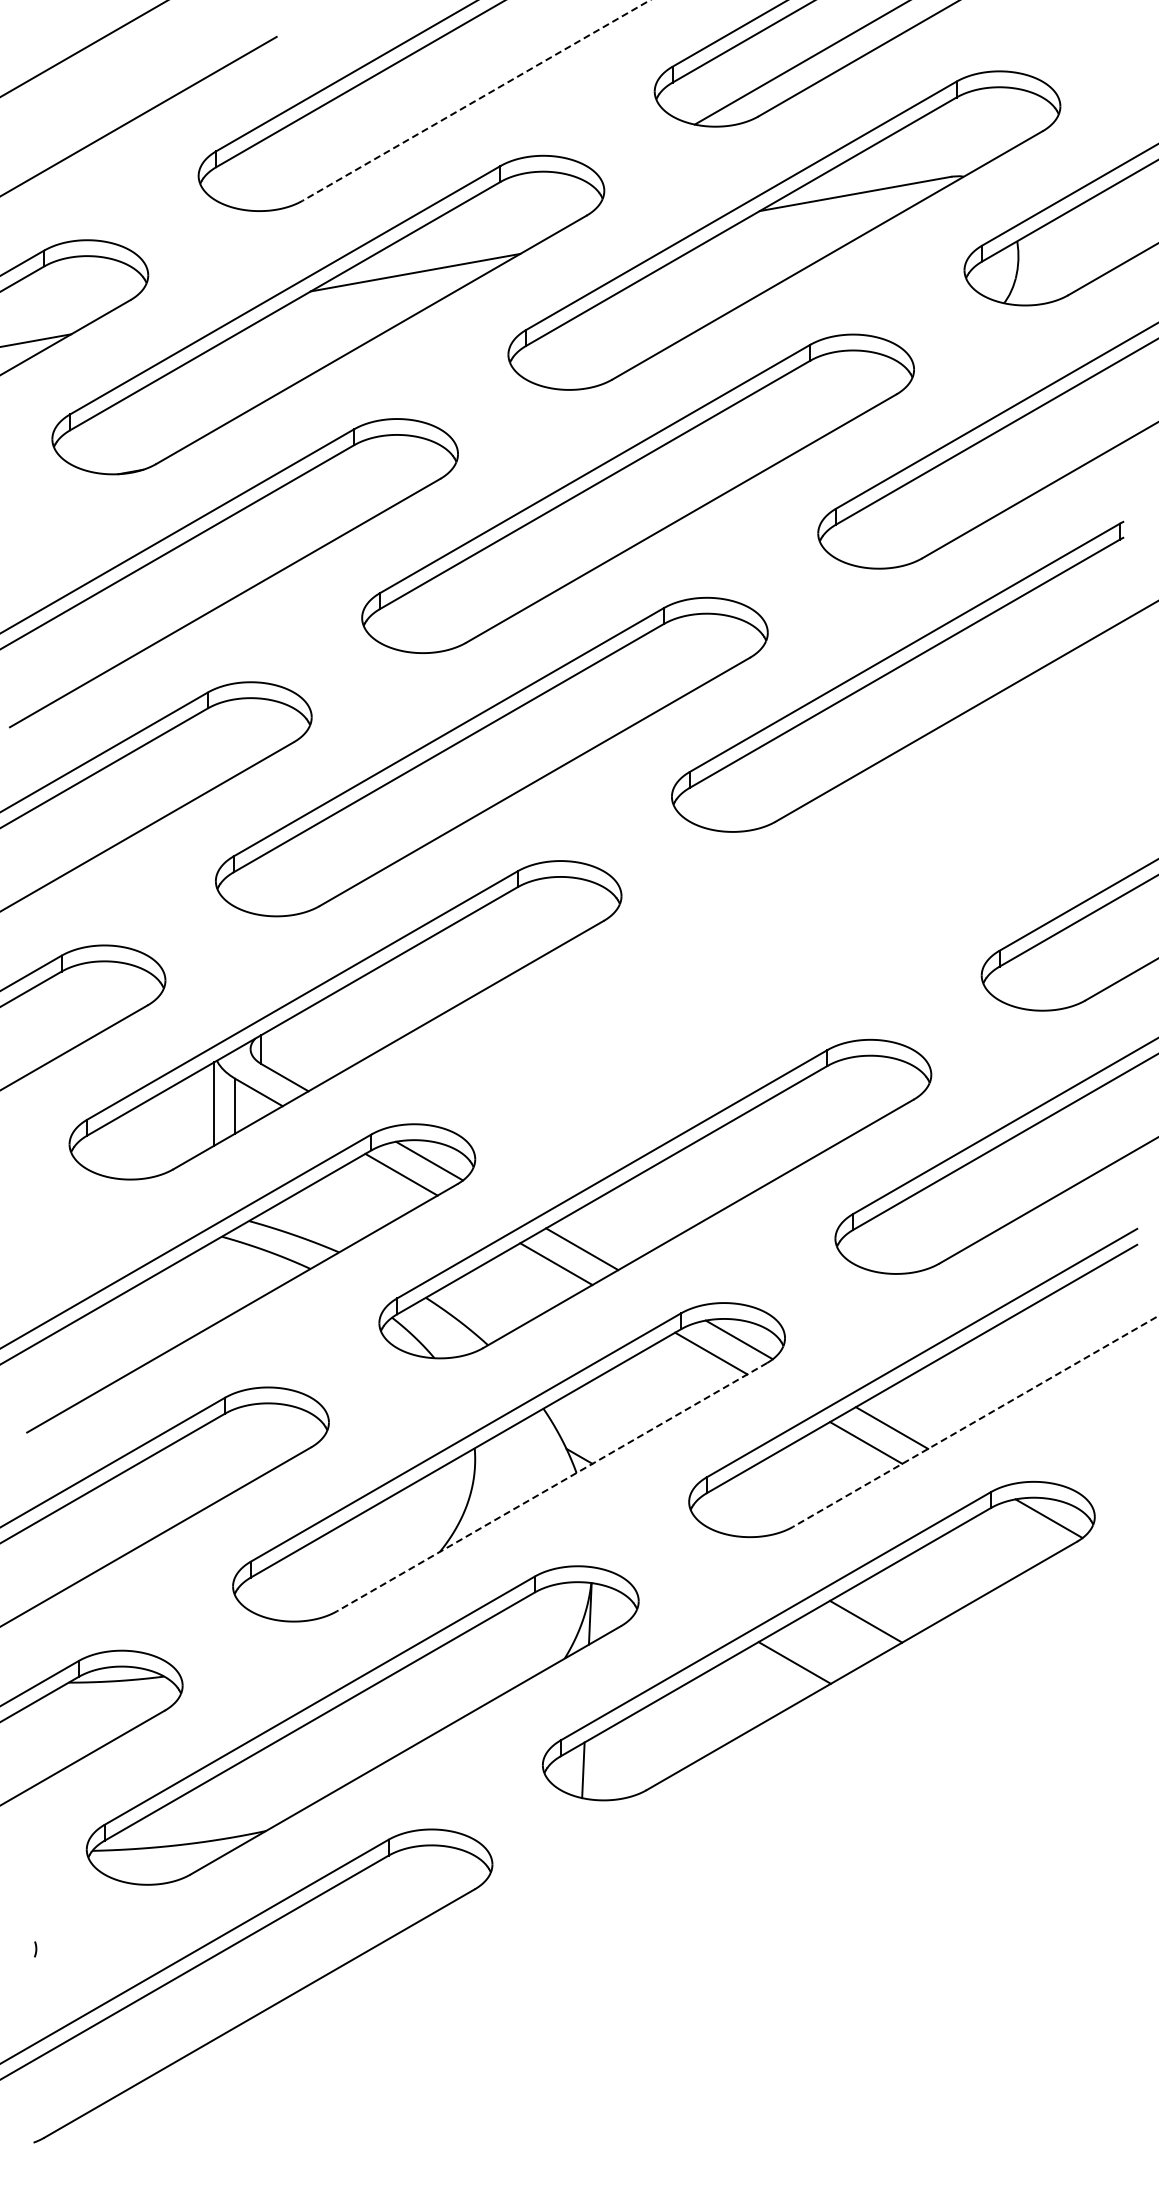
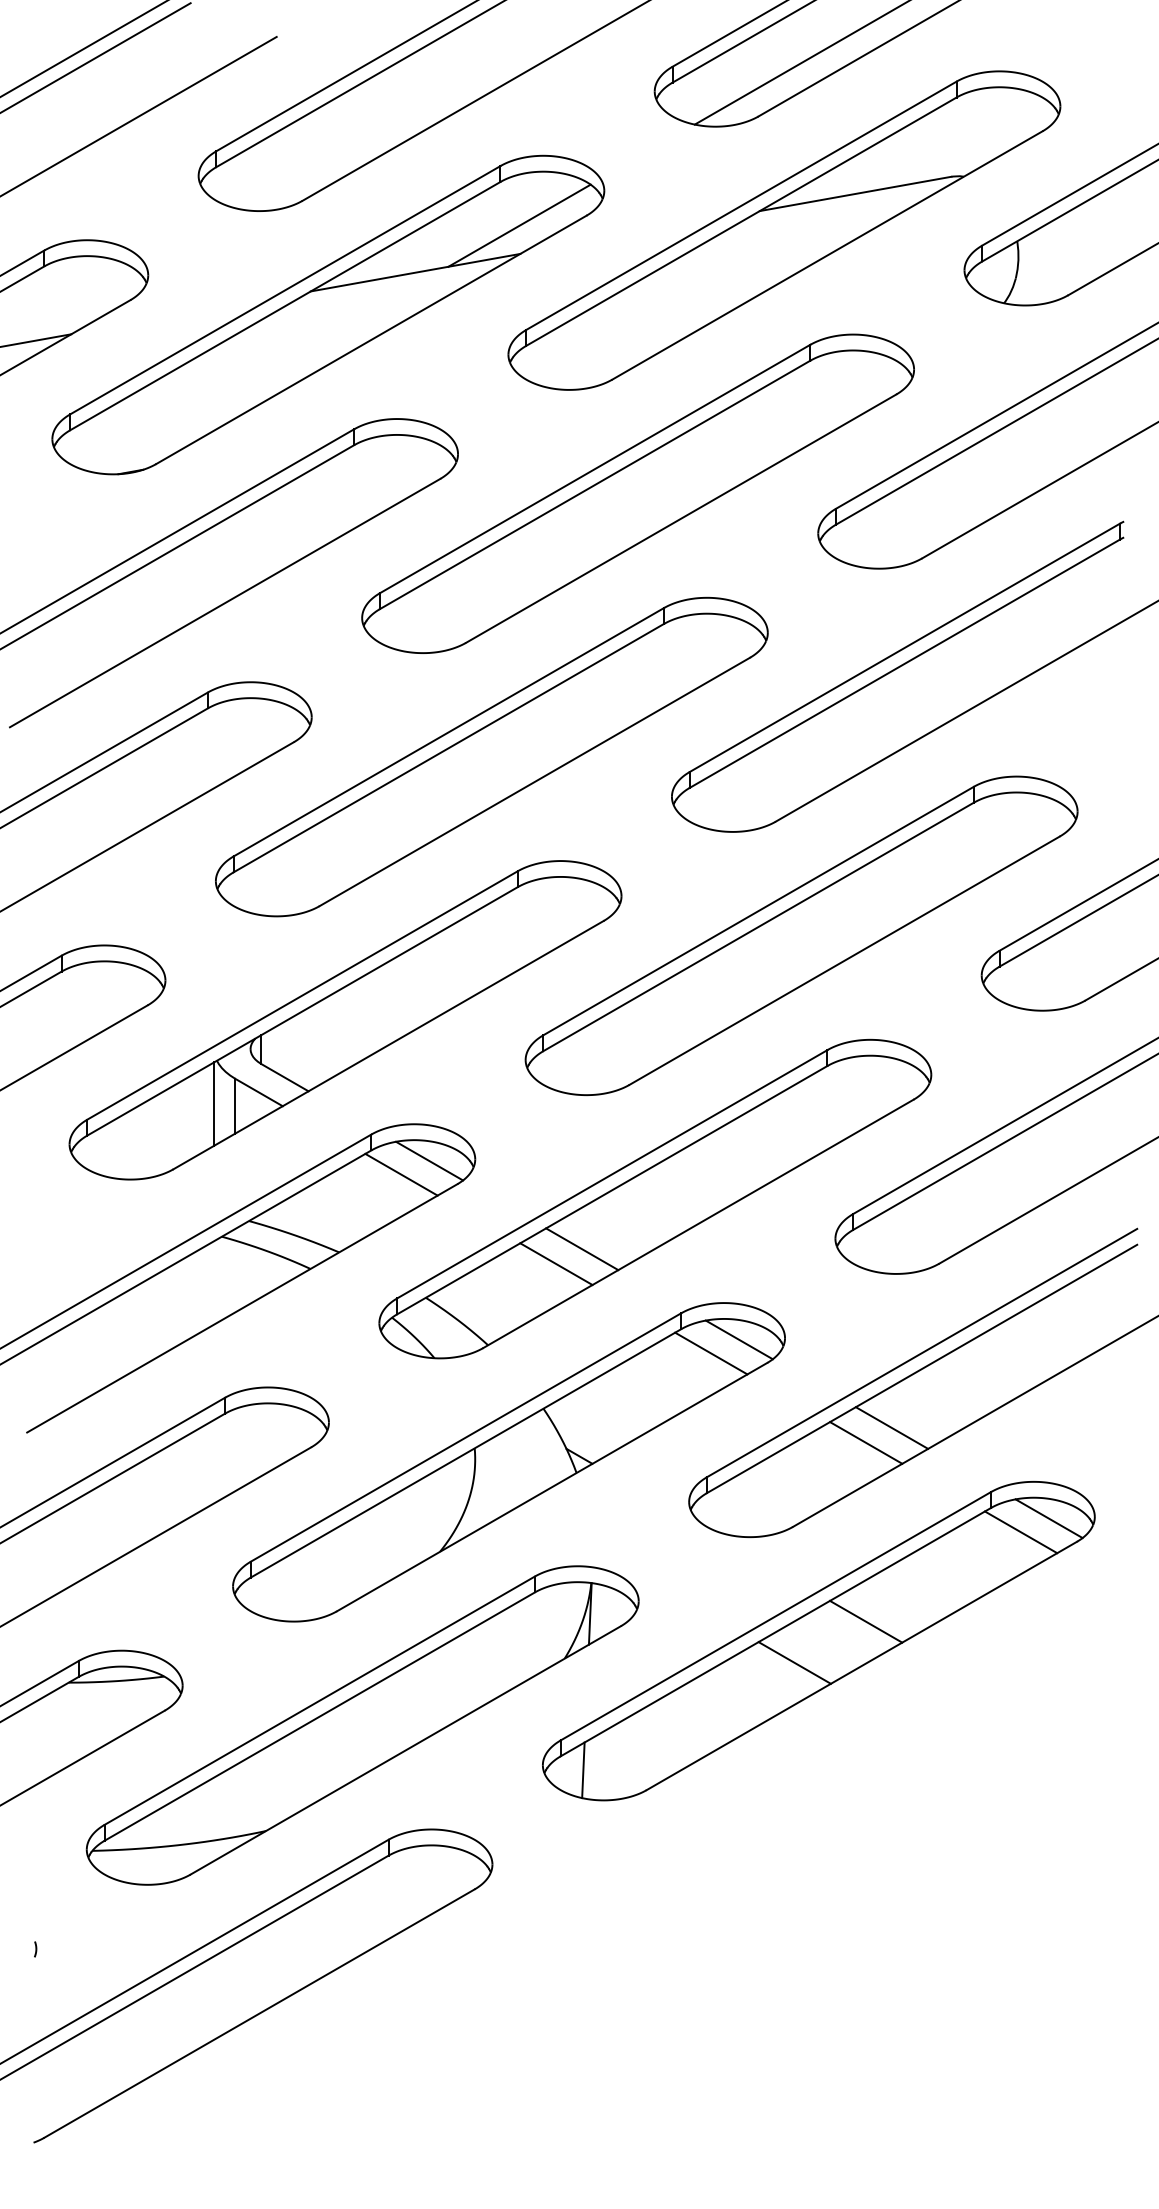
line at (96, 57): none -> present
line at (475, 100): dashed -> solid
line at (519, 225): none -> present
part at (801, 935): none -> present
line at (975, 1421): dashed -> solid
line at (551, 1487): dashed -> solid
line at (1020, 1532): none -> present
